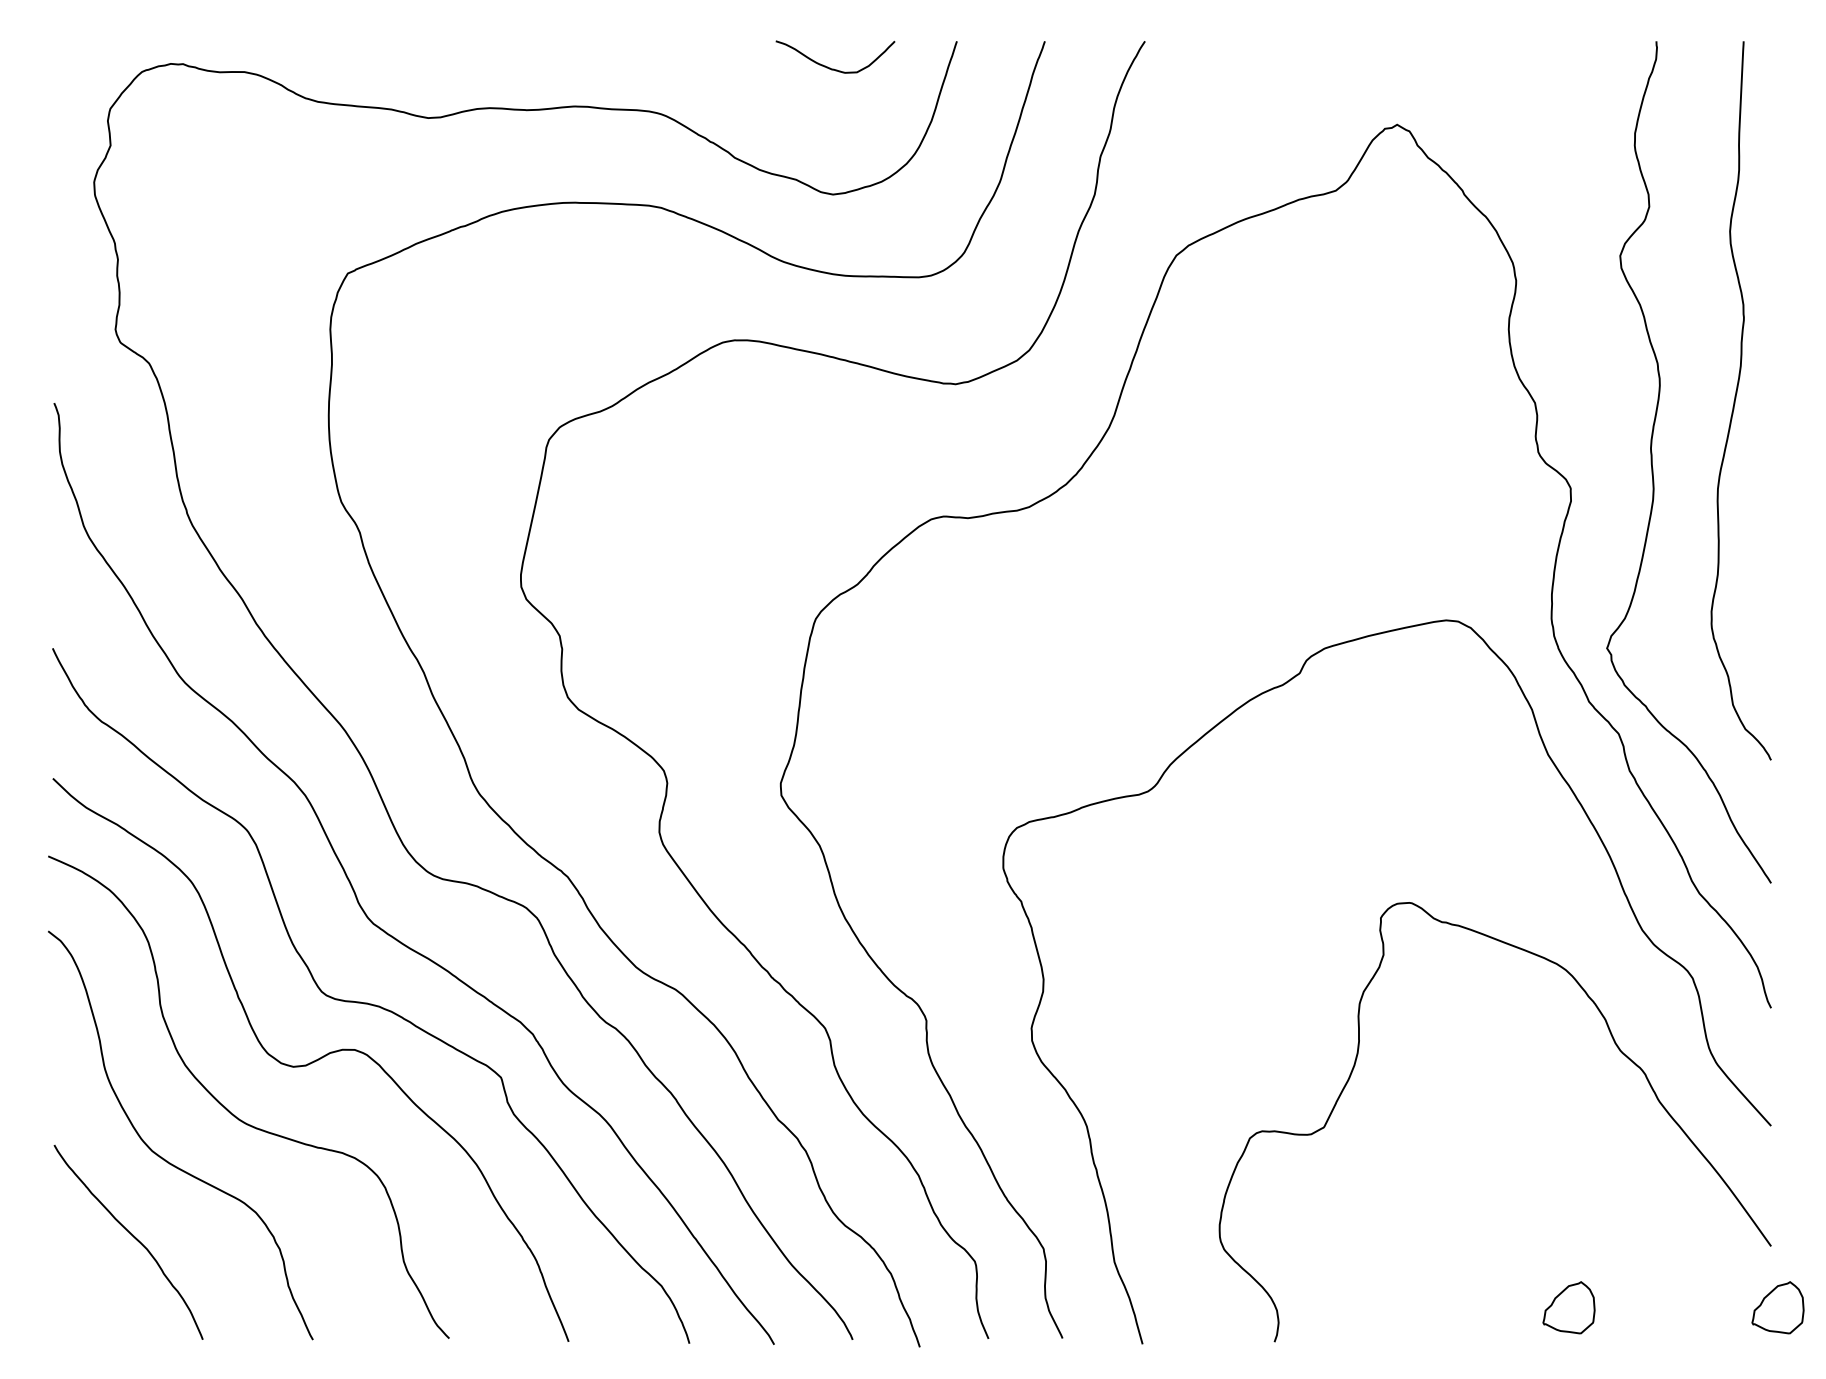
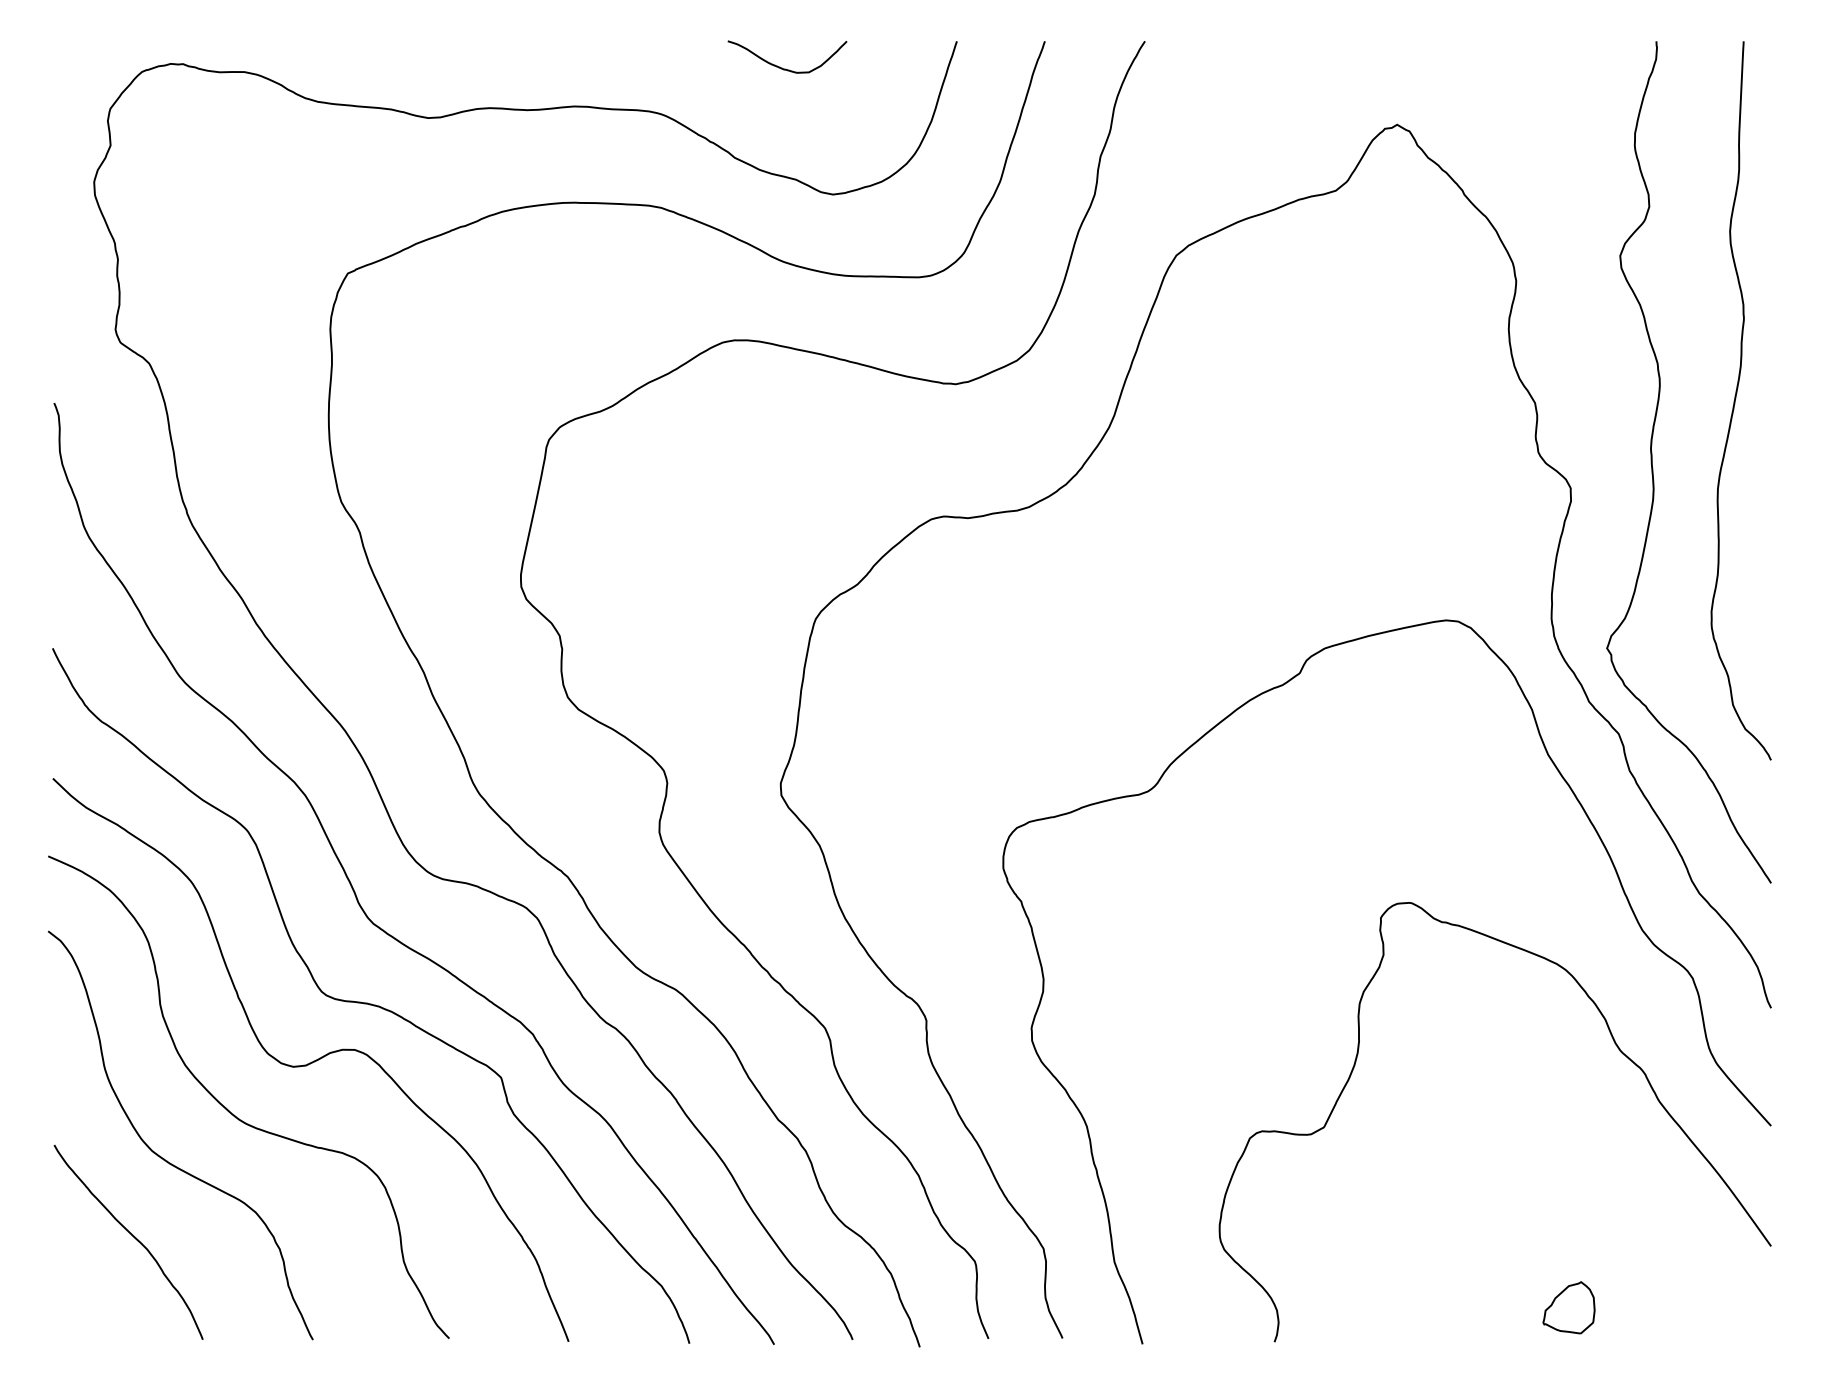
curve at (830, 67) position: (830, 67) -> (782, 67)
part at (1777, 1307): present -> none
